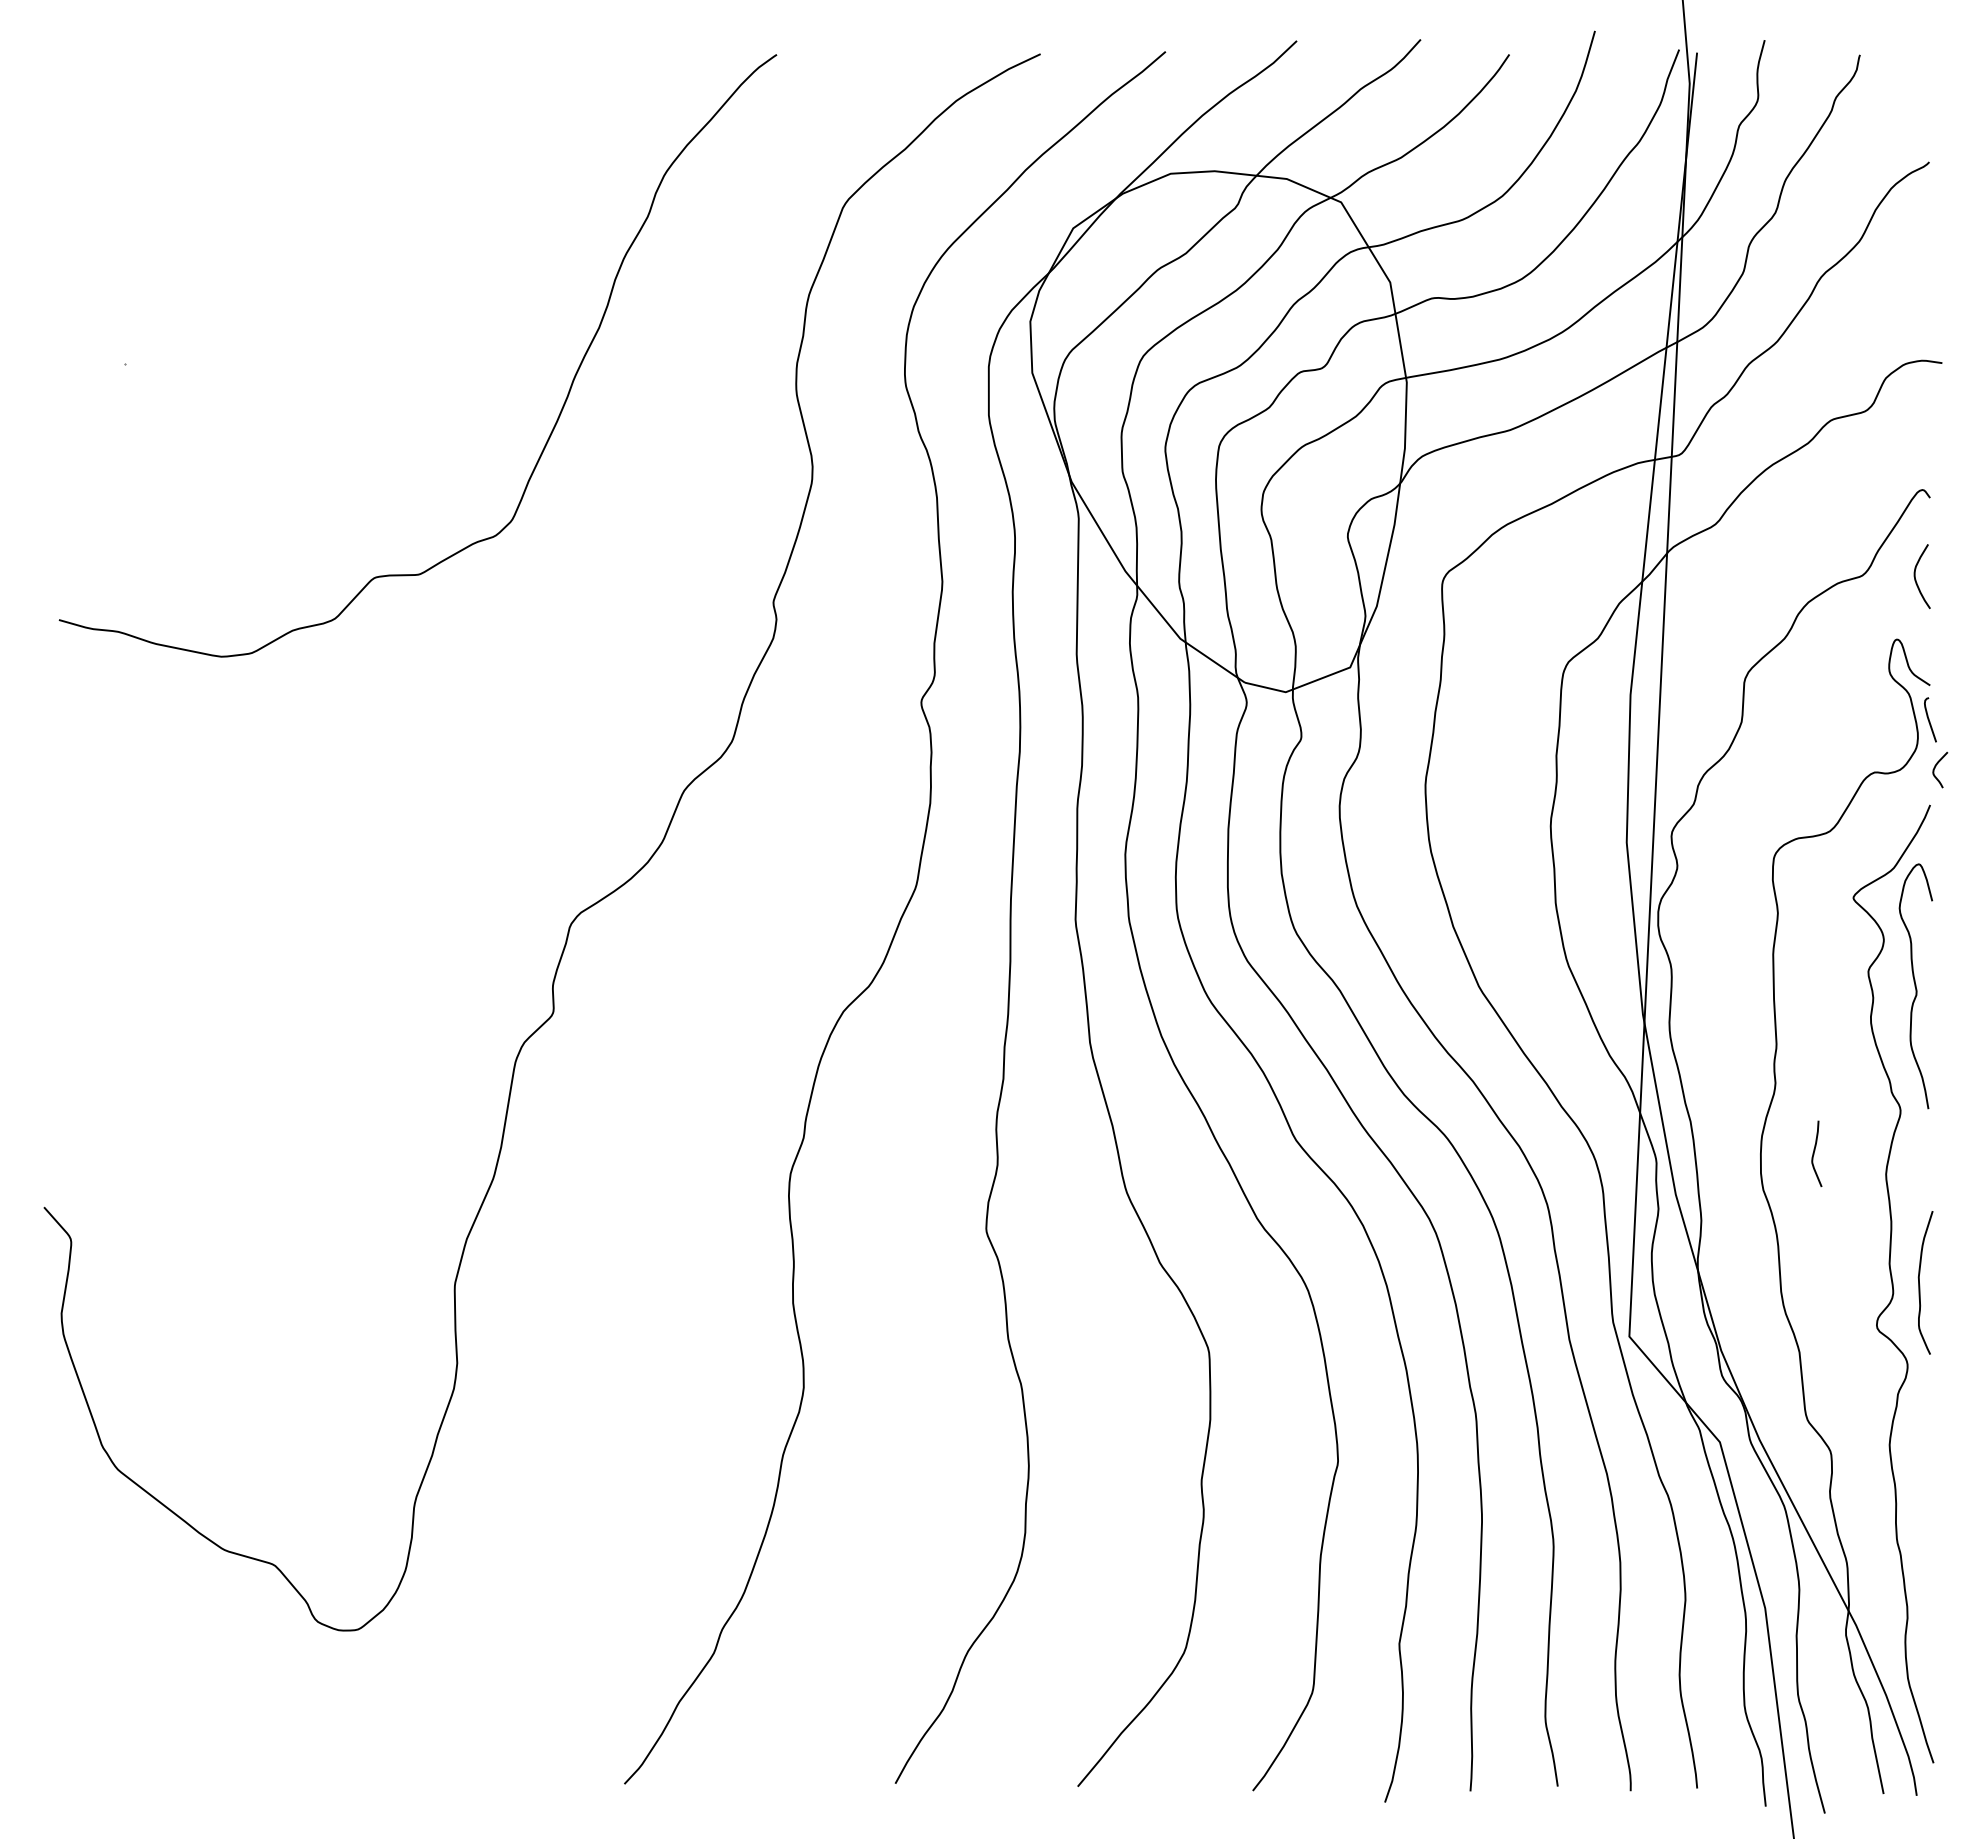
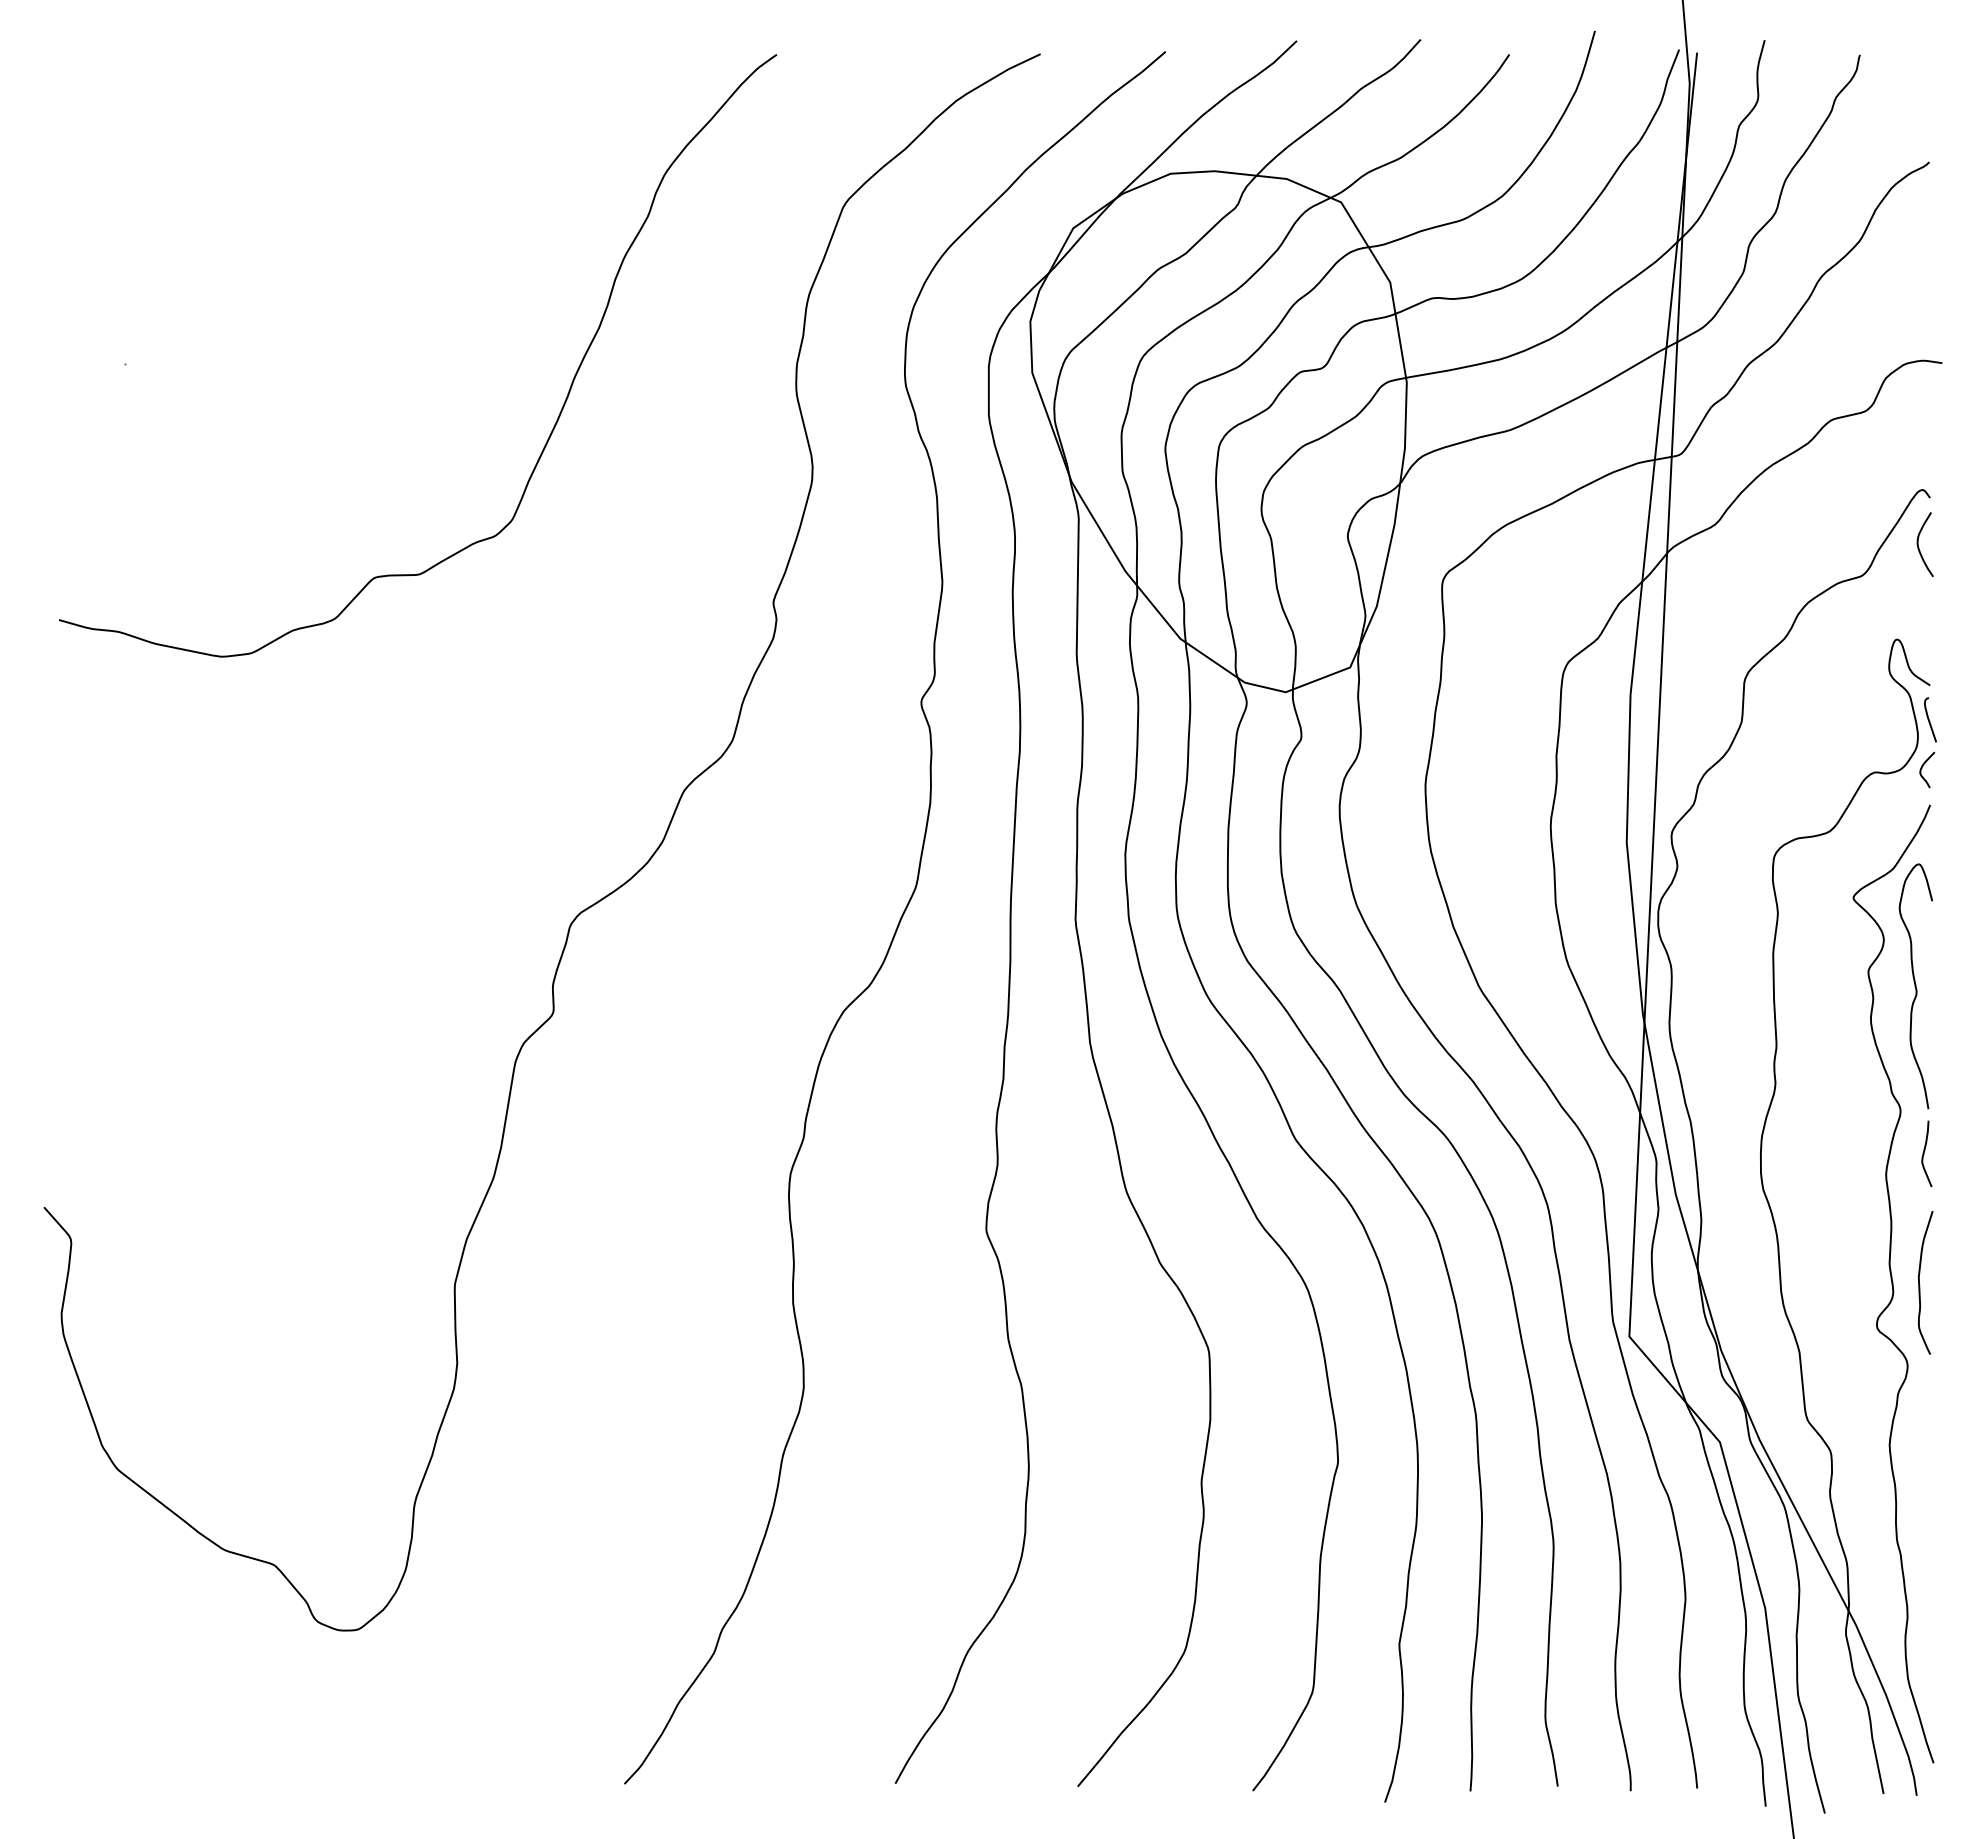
curve at (1916, 579) position: (1916, 579) -> (1919, 547)
curve at (1936, 766) position: (1936, 766) -> (1923, 766)
curve at (1814, 1153) position: (1814, 1153) -> (1924, 1153)
